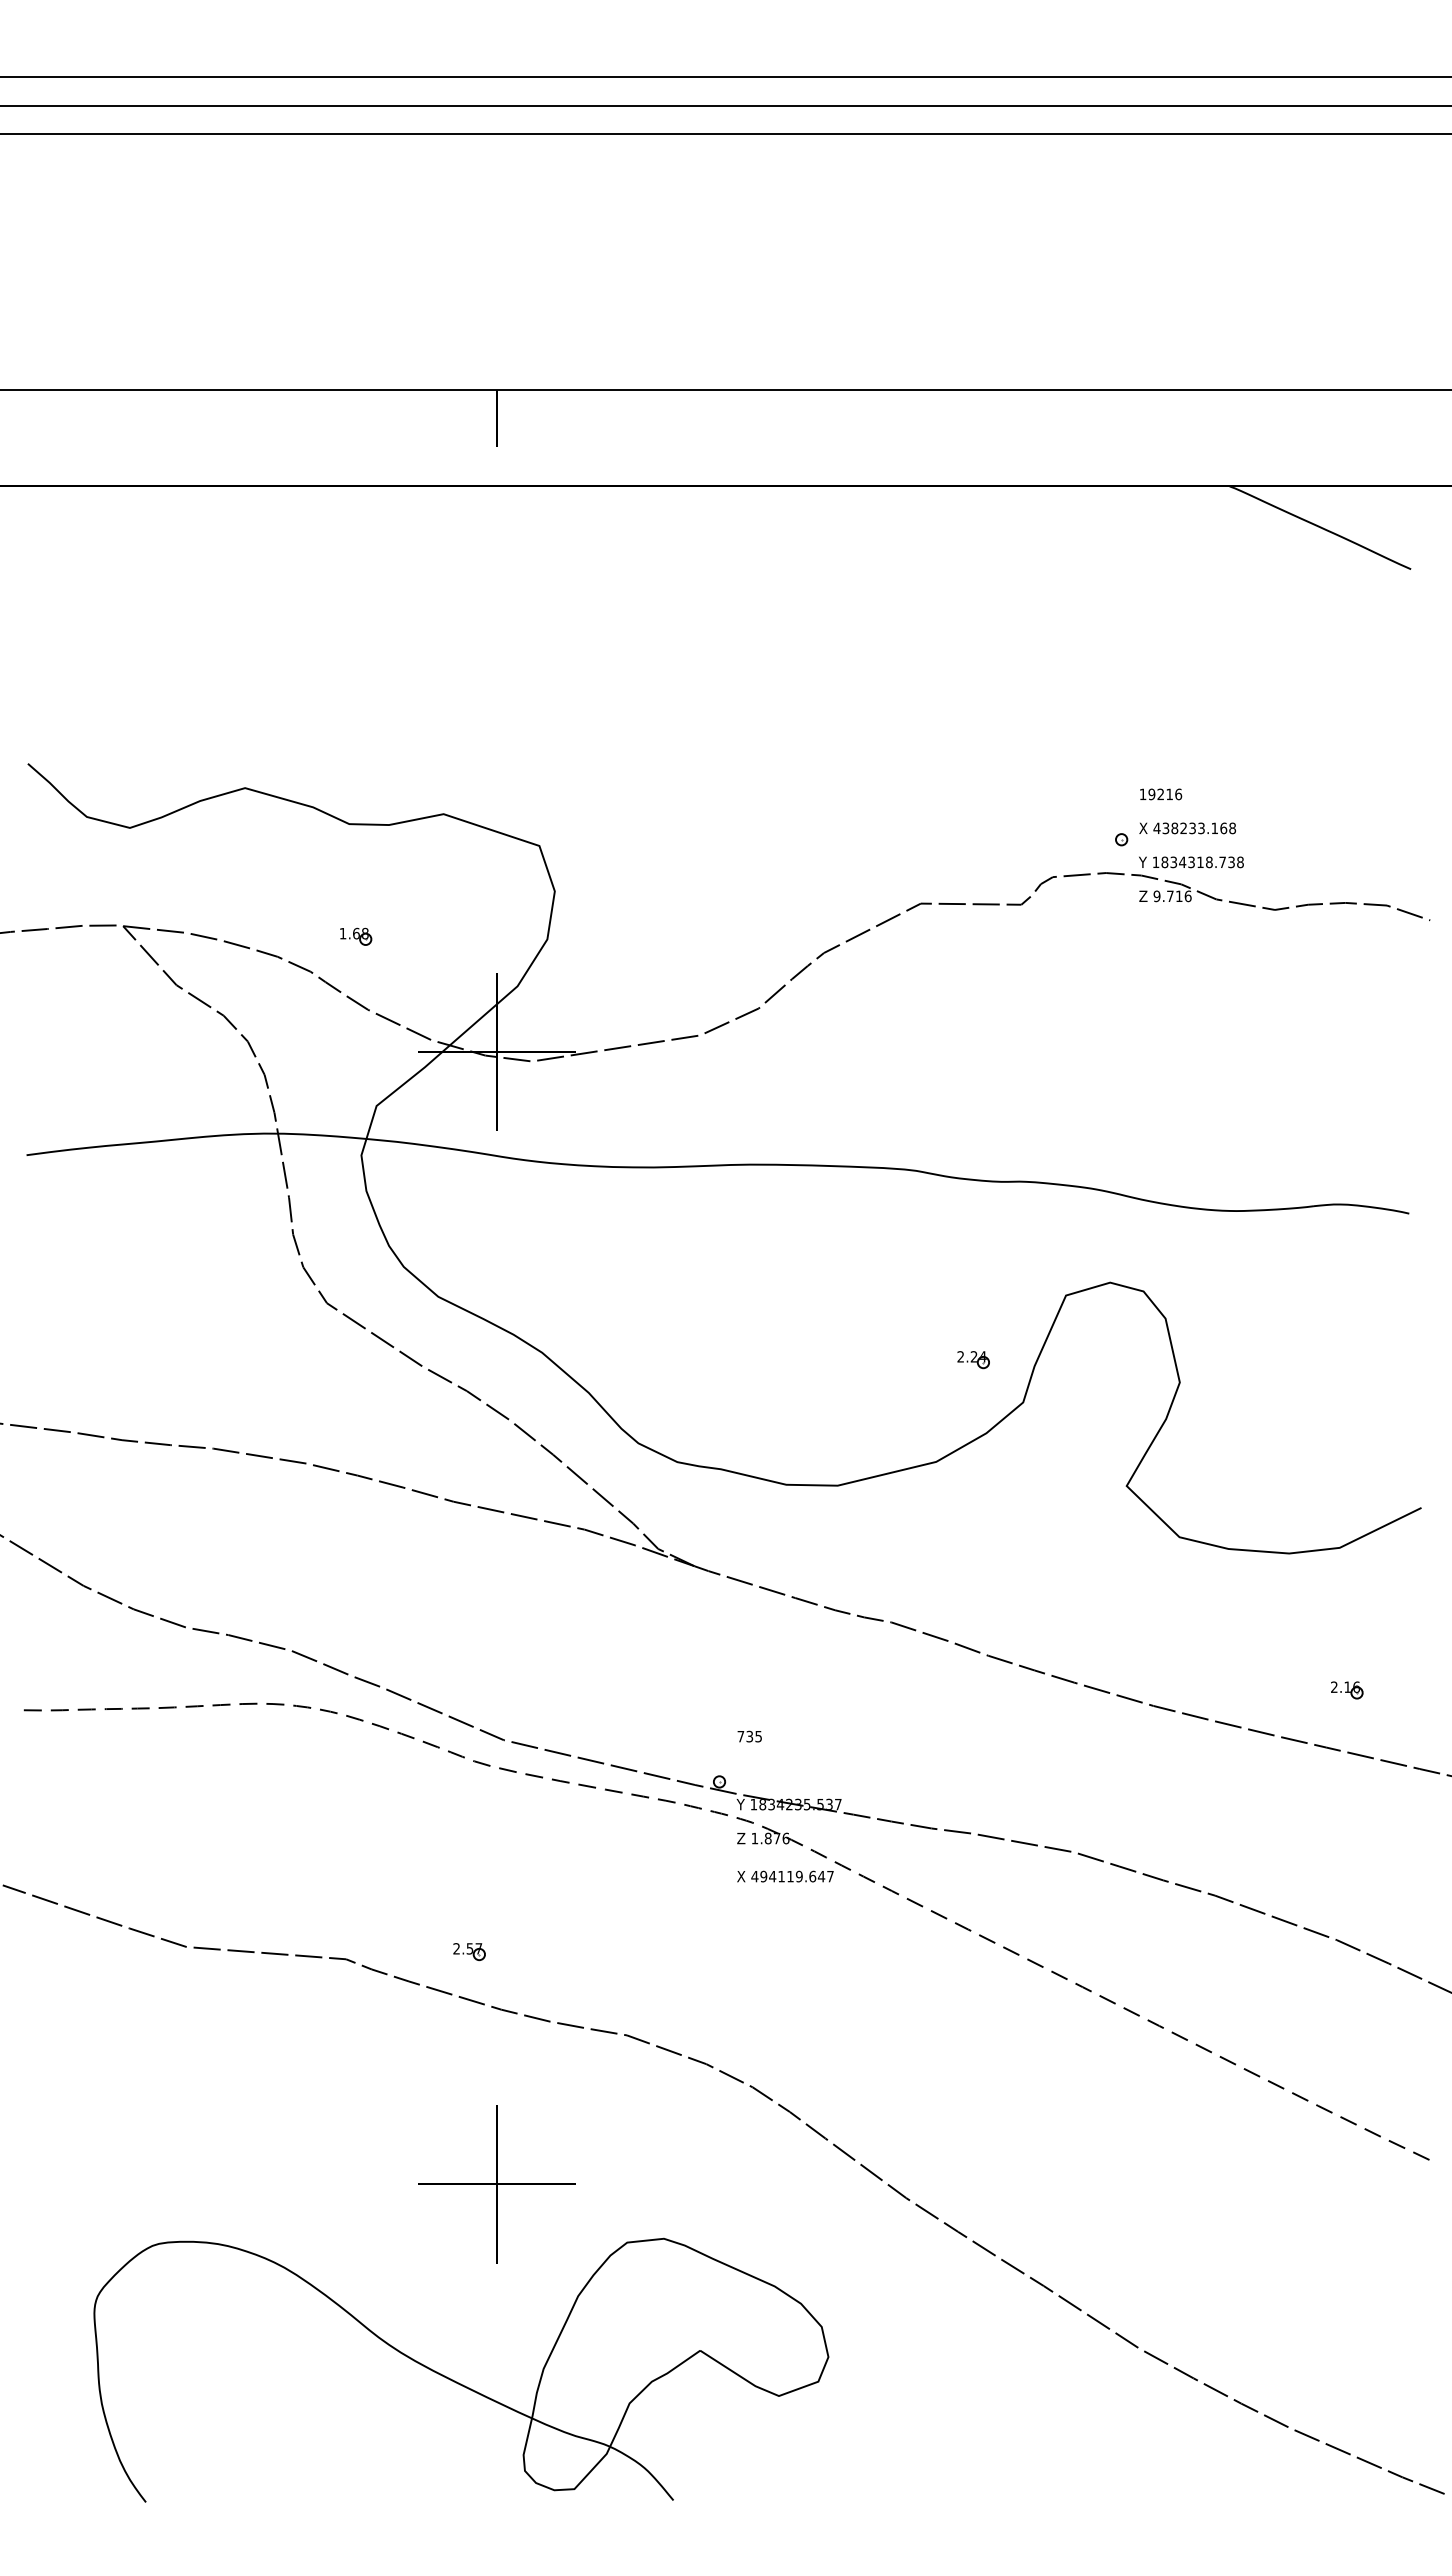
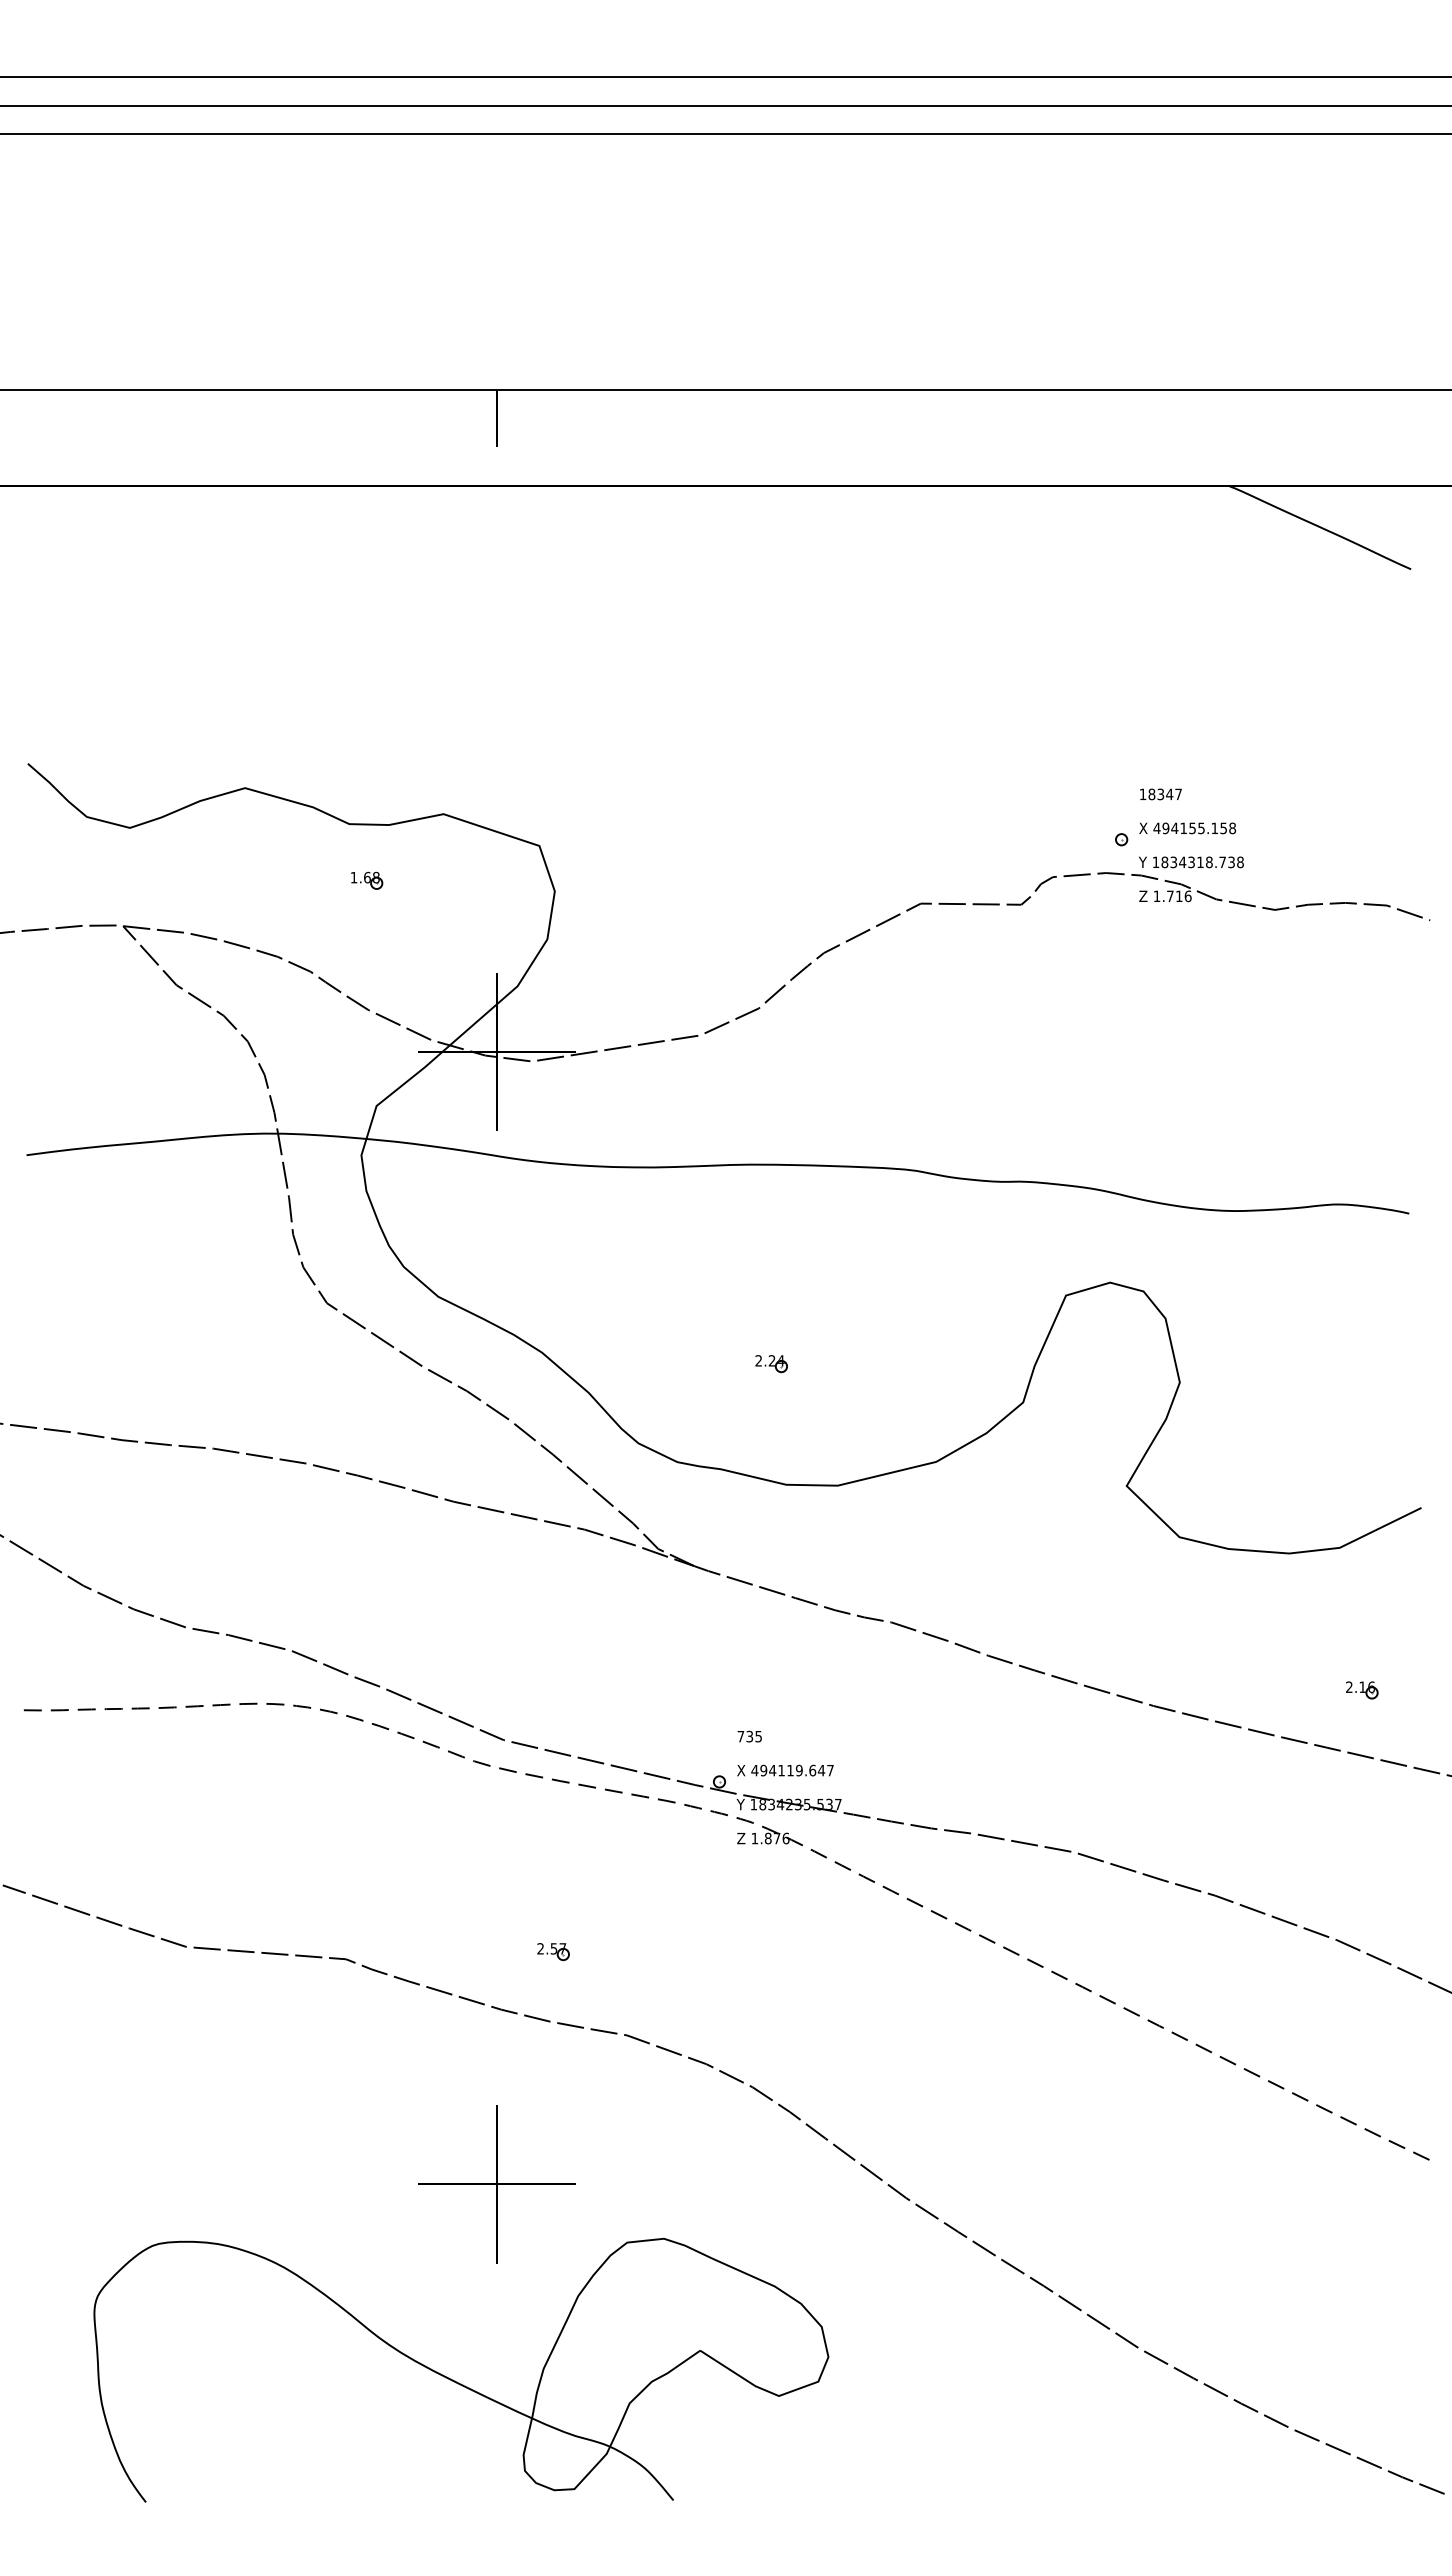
text at (1165, 794): 19216 -> 18347
text at (1194, 828): 438233.168 -> 494155.158
text at (1156, 896): 9.716 -> 1.716
part at (356, 936) position: (356, 936) -> (367, 880)
part at (973, 1360) position: (973, 1360) -> (771, 1364)
part at (1347, 1690) position: (1347, 1690) -> (1362, 1690)
text at (785, 1876) position: (785, 1876) -> (785, 1770)
part at (469, 1952) position: (469, 1952) -> (553, 1952)
